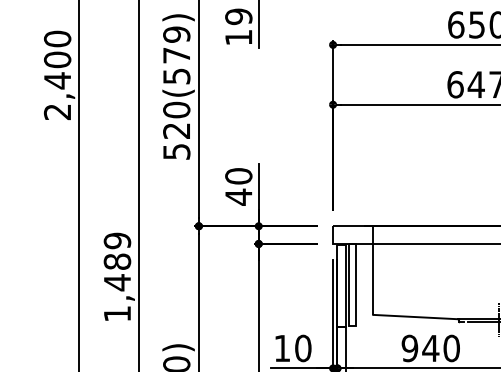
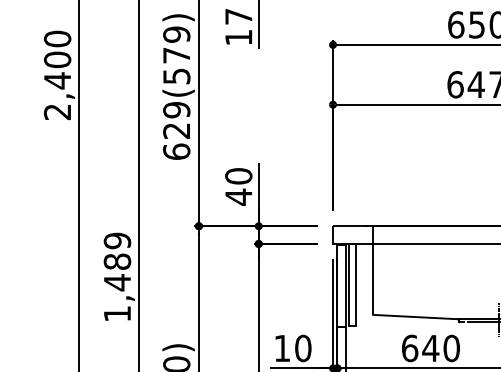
text at (238, 16): 19 -> 17
text at (176, 130): 520(579) -> 629(579)
text at (409, 348): 940 -> 640
